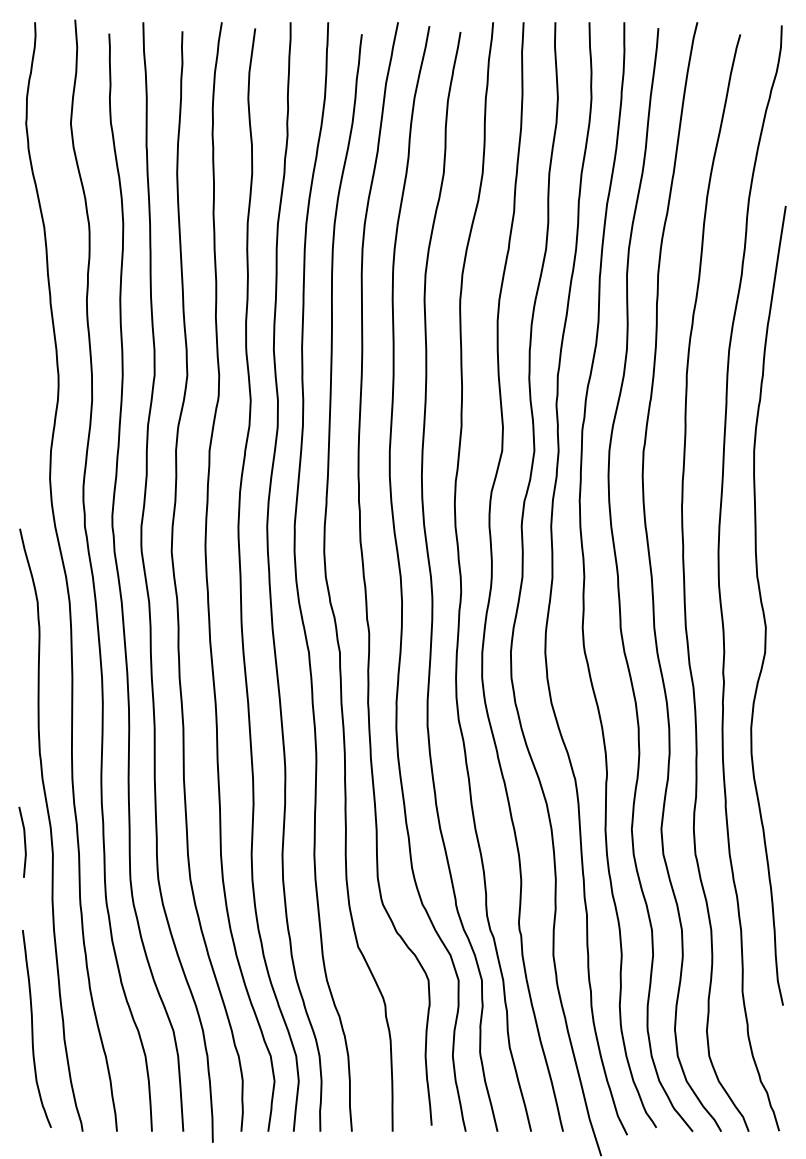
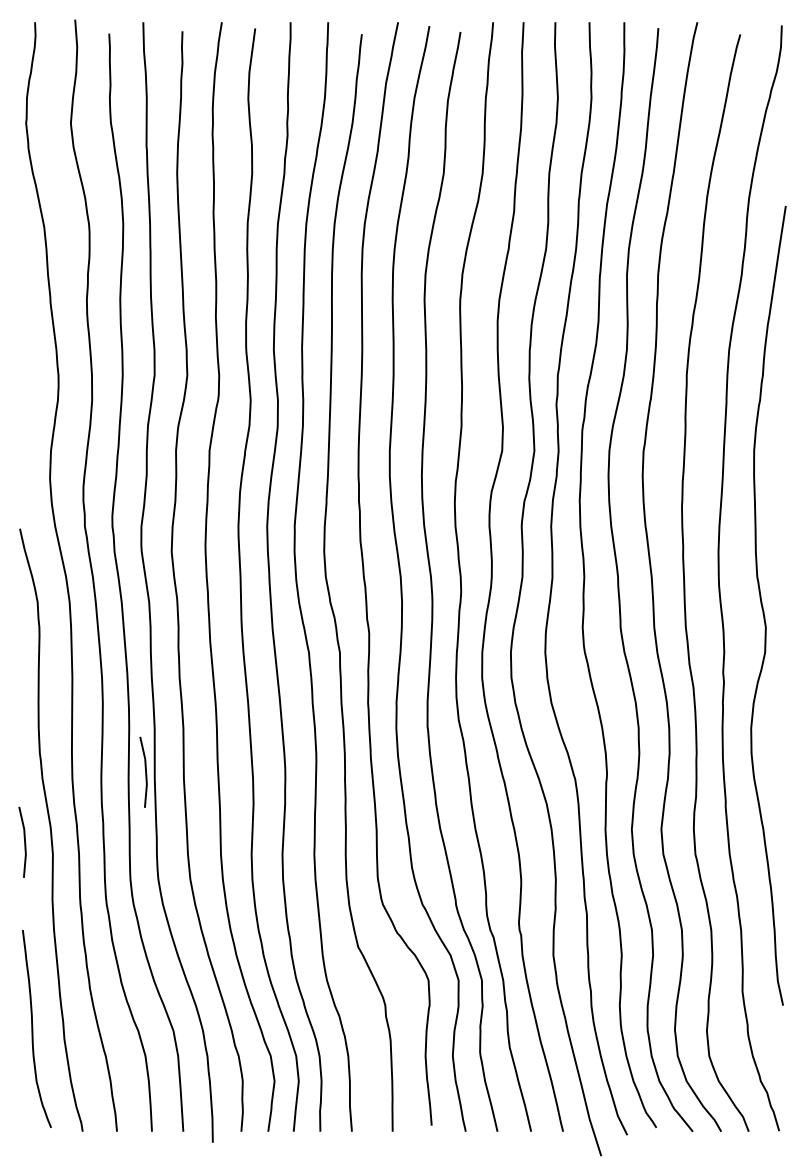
line at (145, 771): none -> present
